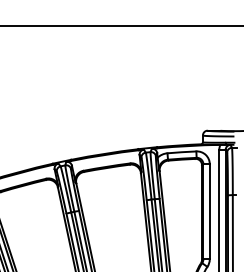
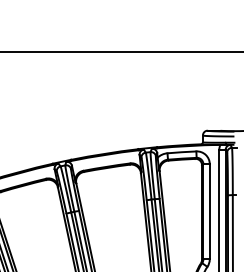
line at (121, 26) position: (121, 26) -> (121, 52)
